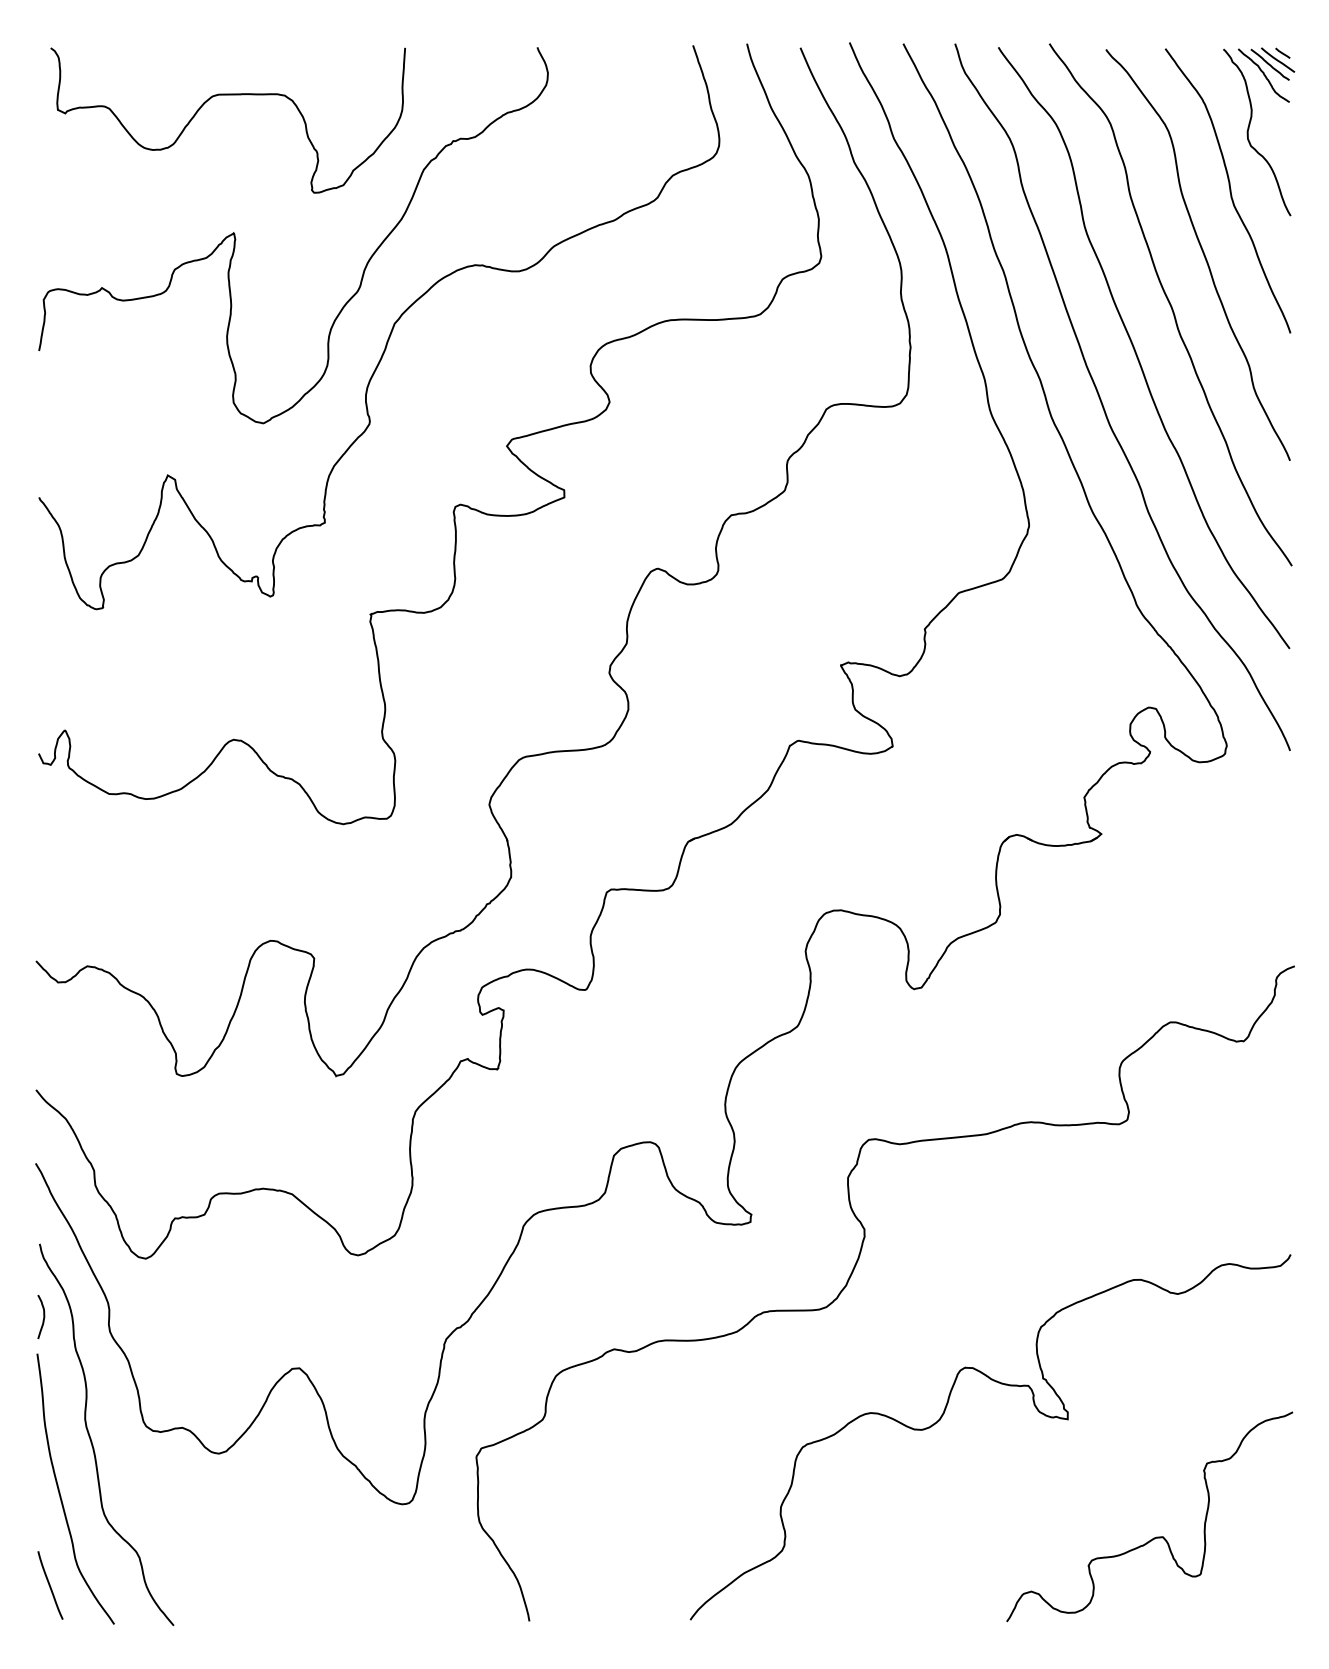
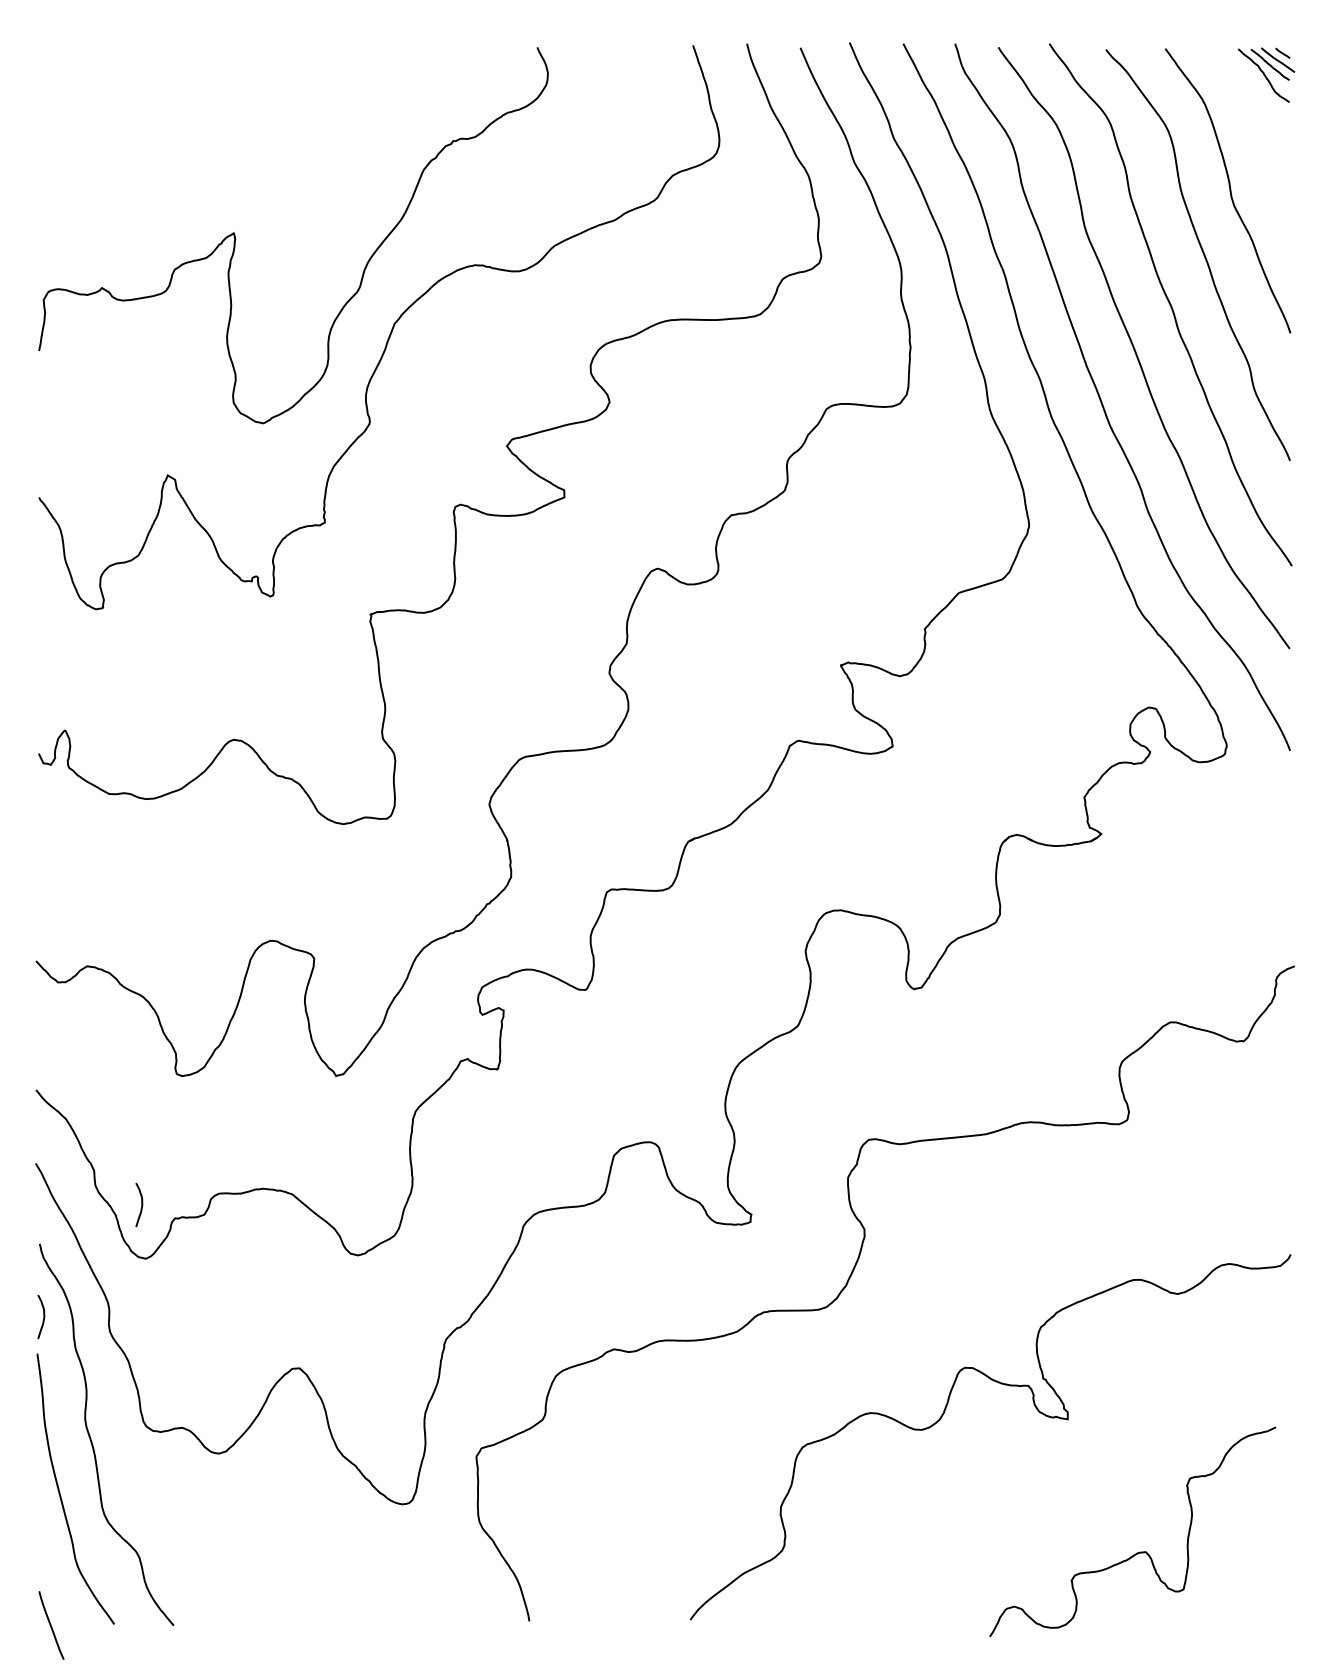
curve at (227, 95): present -> none
curve at (1249, 129): present -> none
curve at (141, 1205): none -> present
curve at (1156, 1536) position: (1156, 1536) -> (1139, 1551)
line at (50, 1585) position: (50, 1585) -> (51, 1625)
